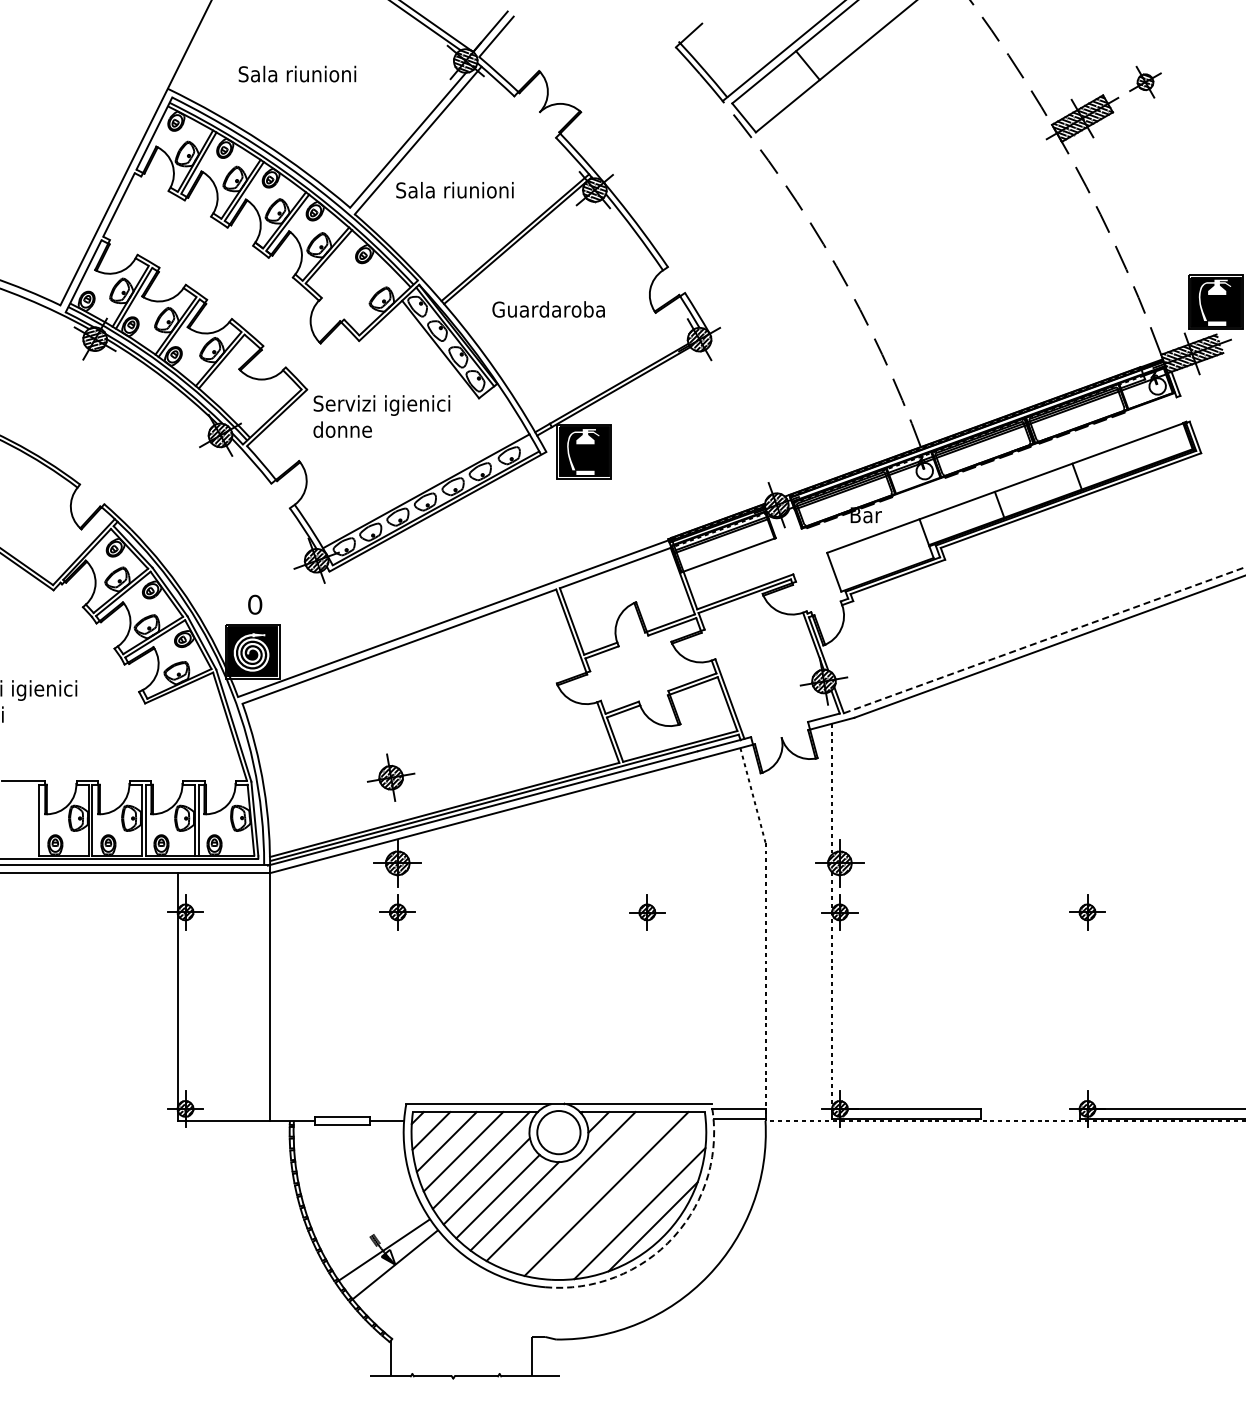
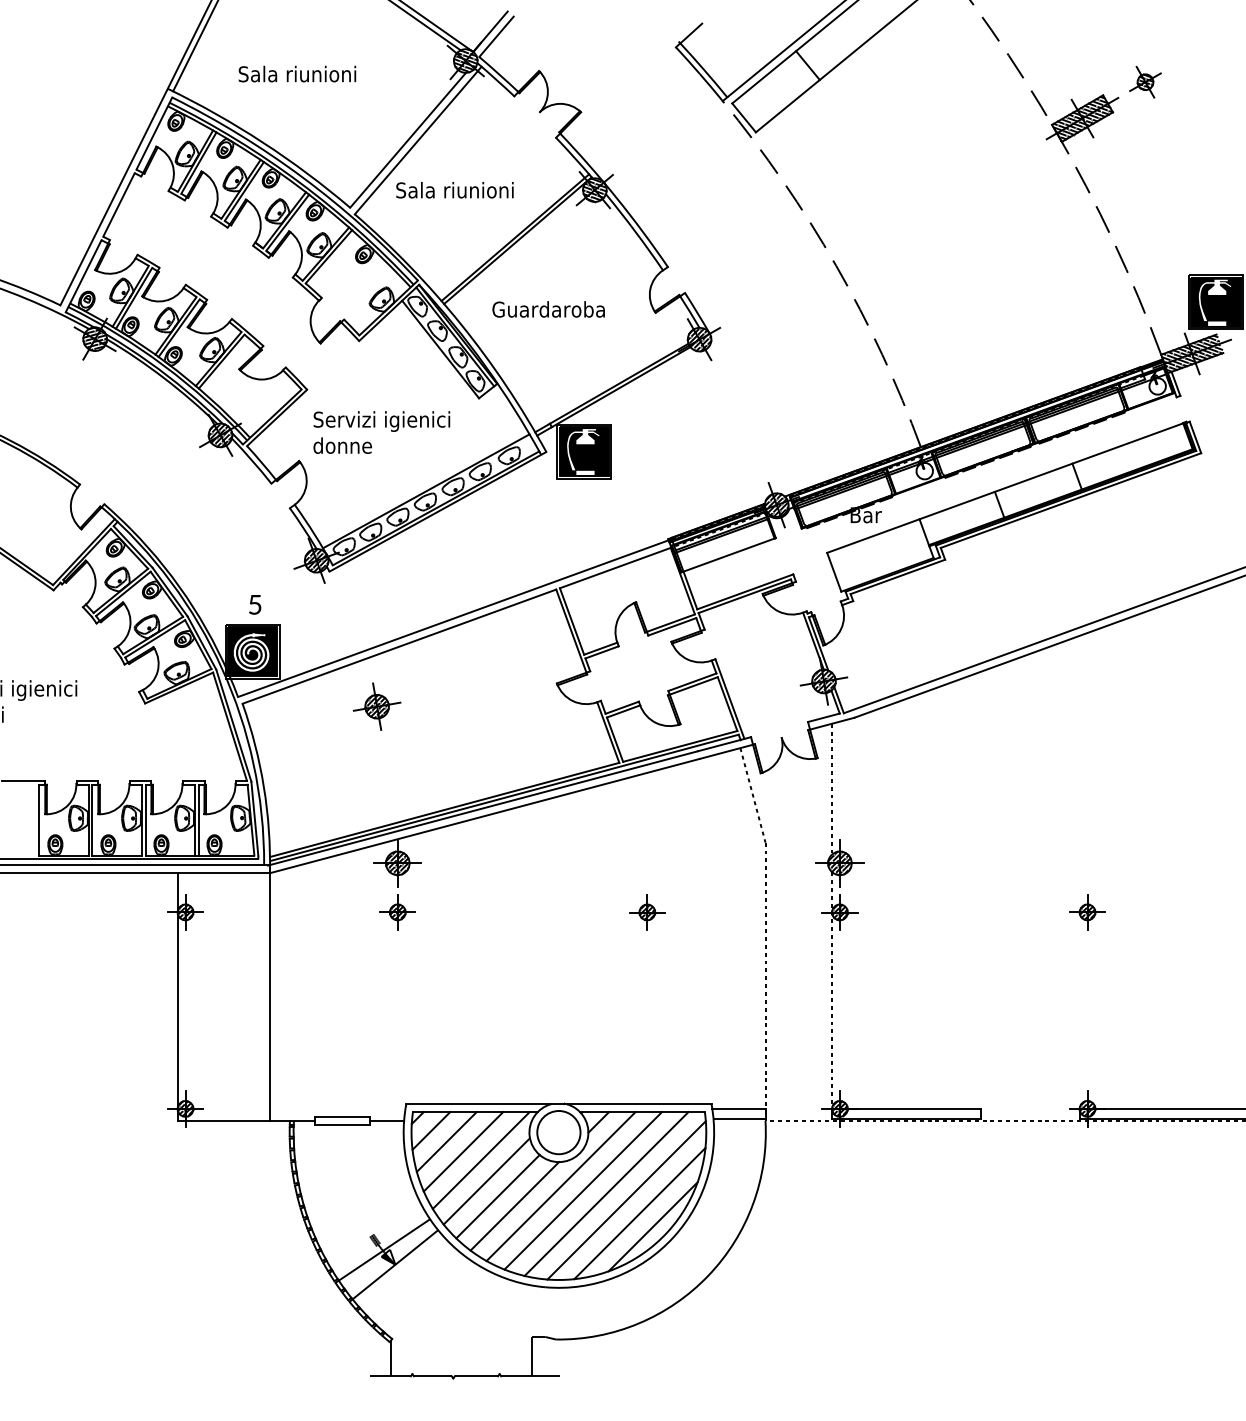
line at (195, 46): none -> present
text at (381, 416) position: (381, 416) -> (381, 432)
text at (255, 604): 0 -> 5
line at (1044, 640): dashed -> solid
part at (391, 777) position: (391, 777) -> (377, 706)
line at (583, 1190): none -> present
line at (626, 1200): none -> present
arc at (673, 1237): dashed -> solid
